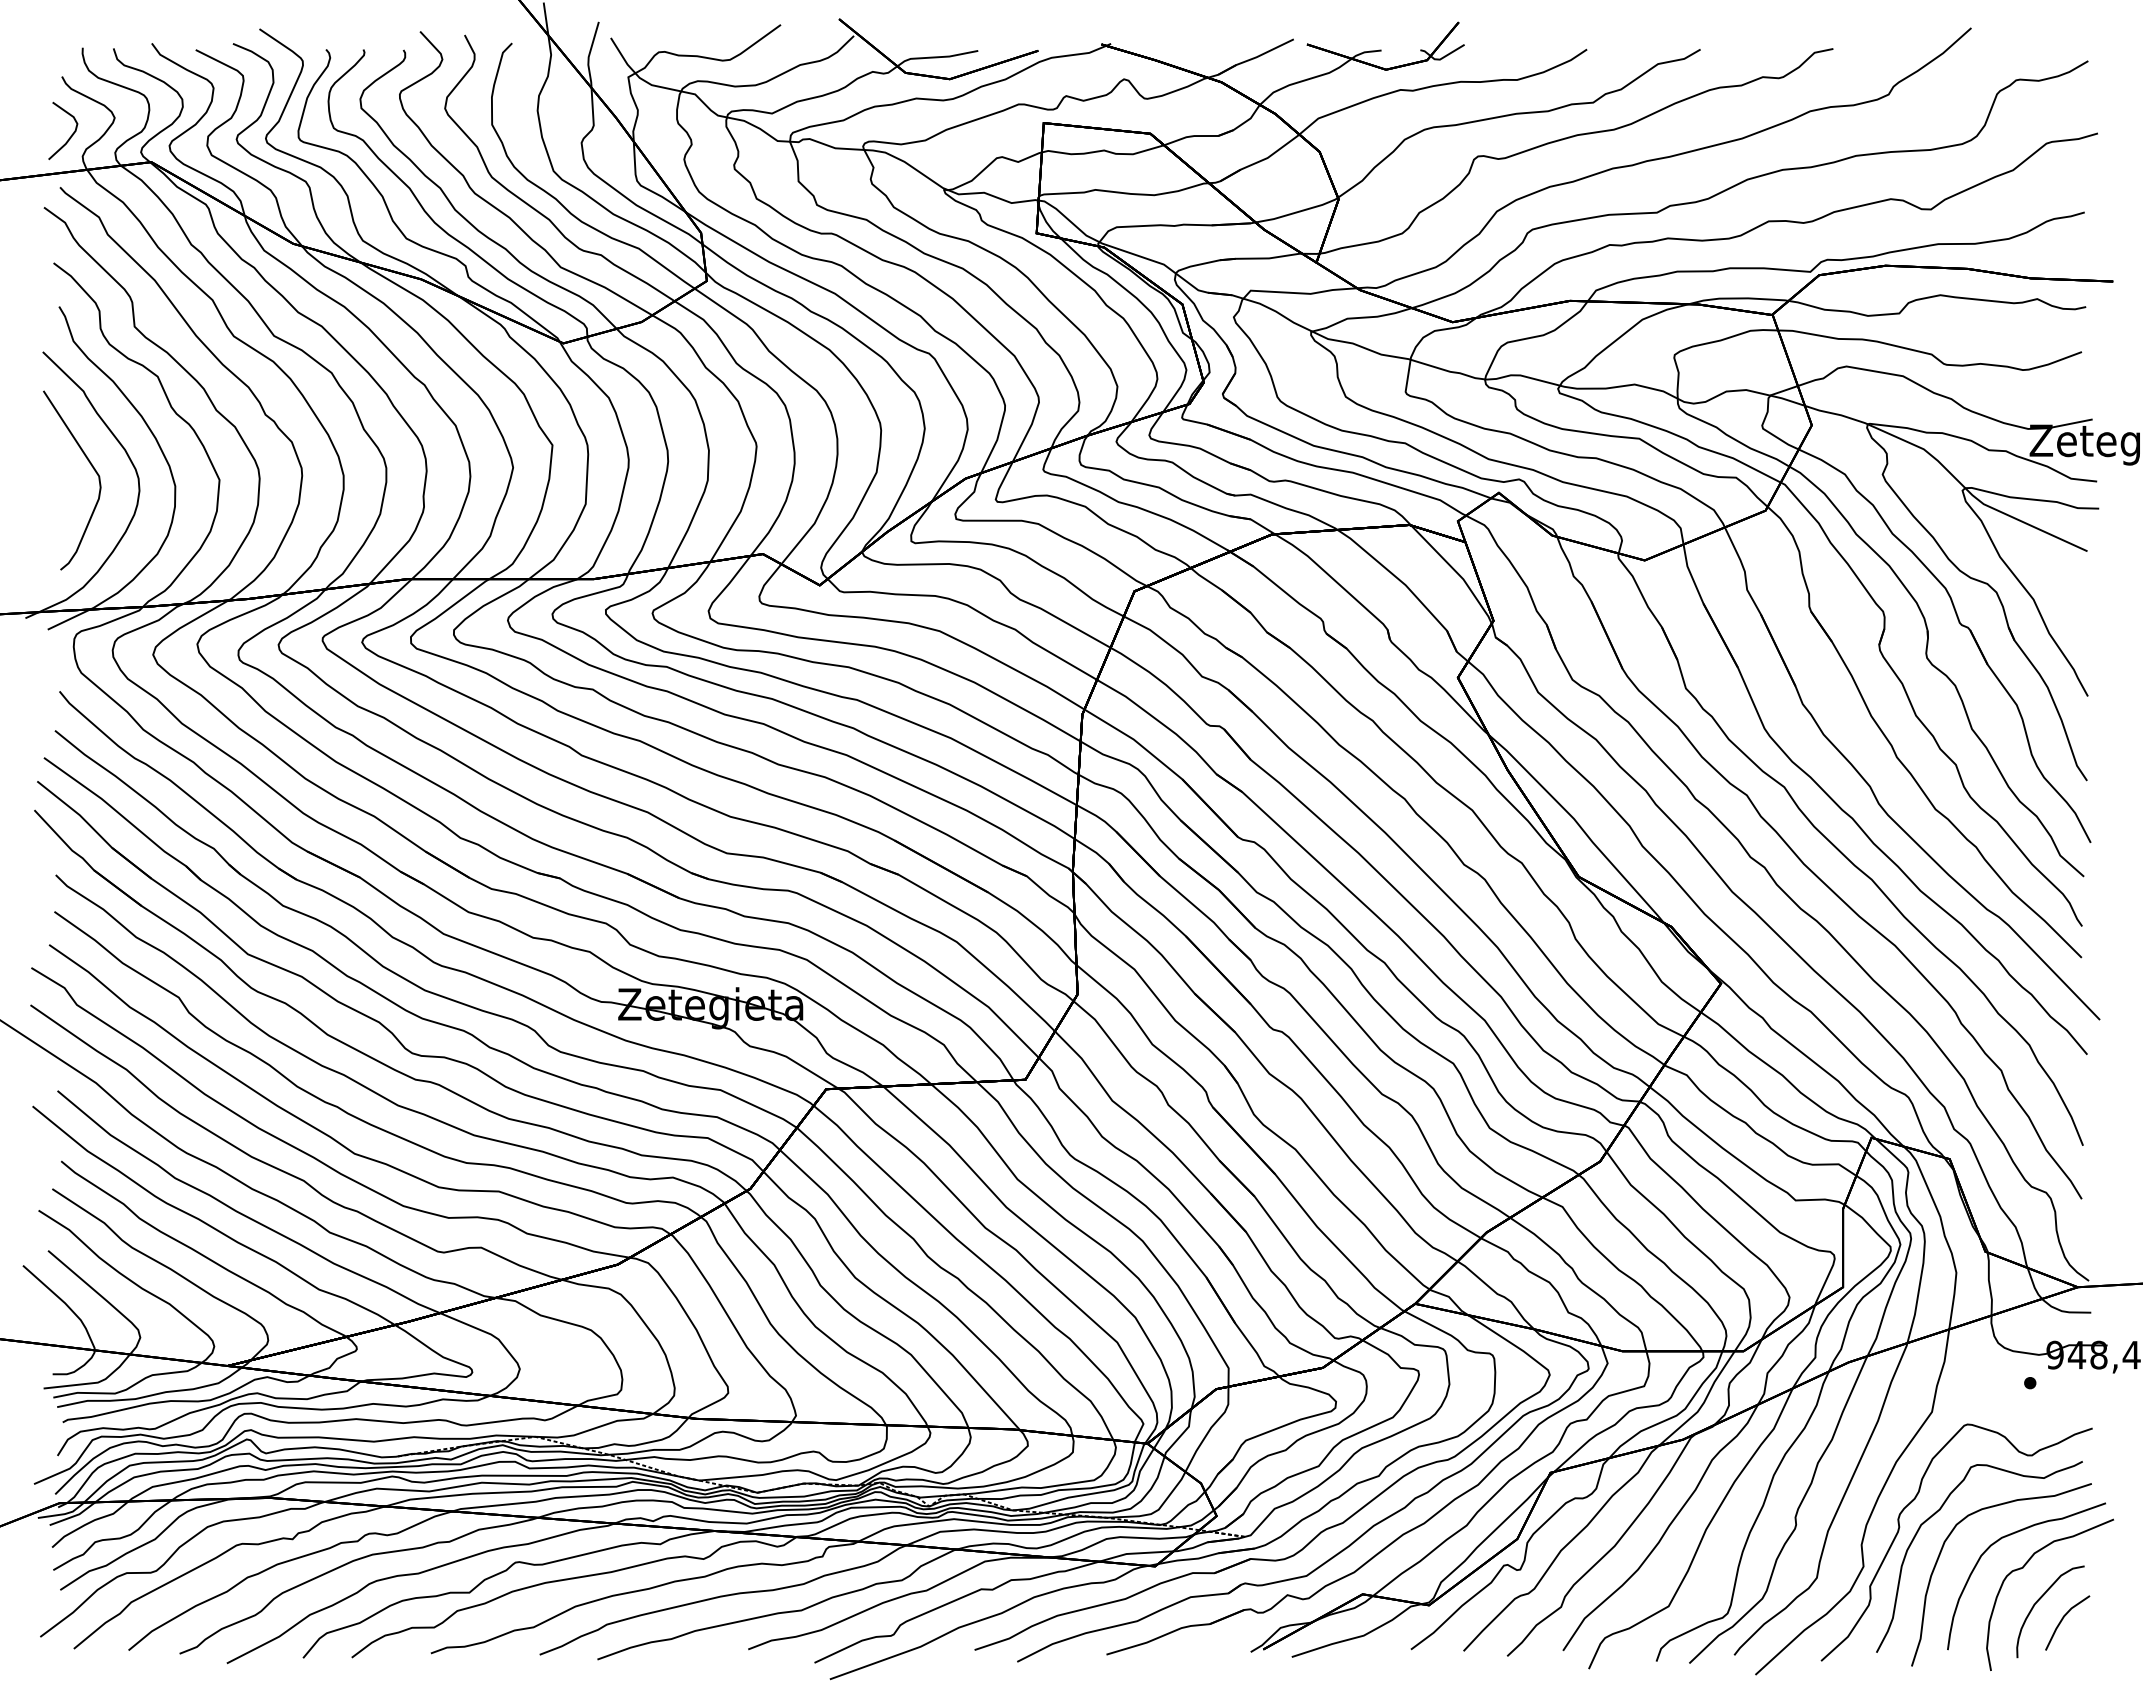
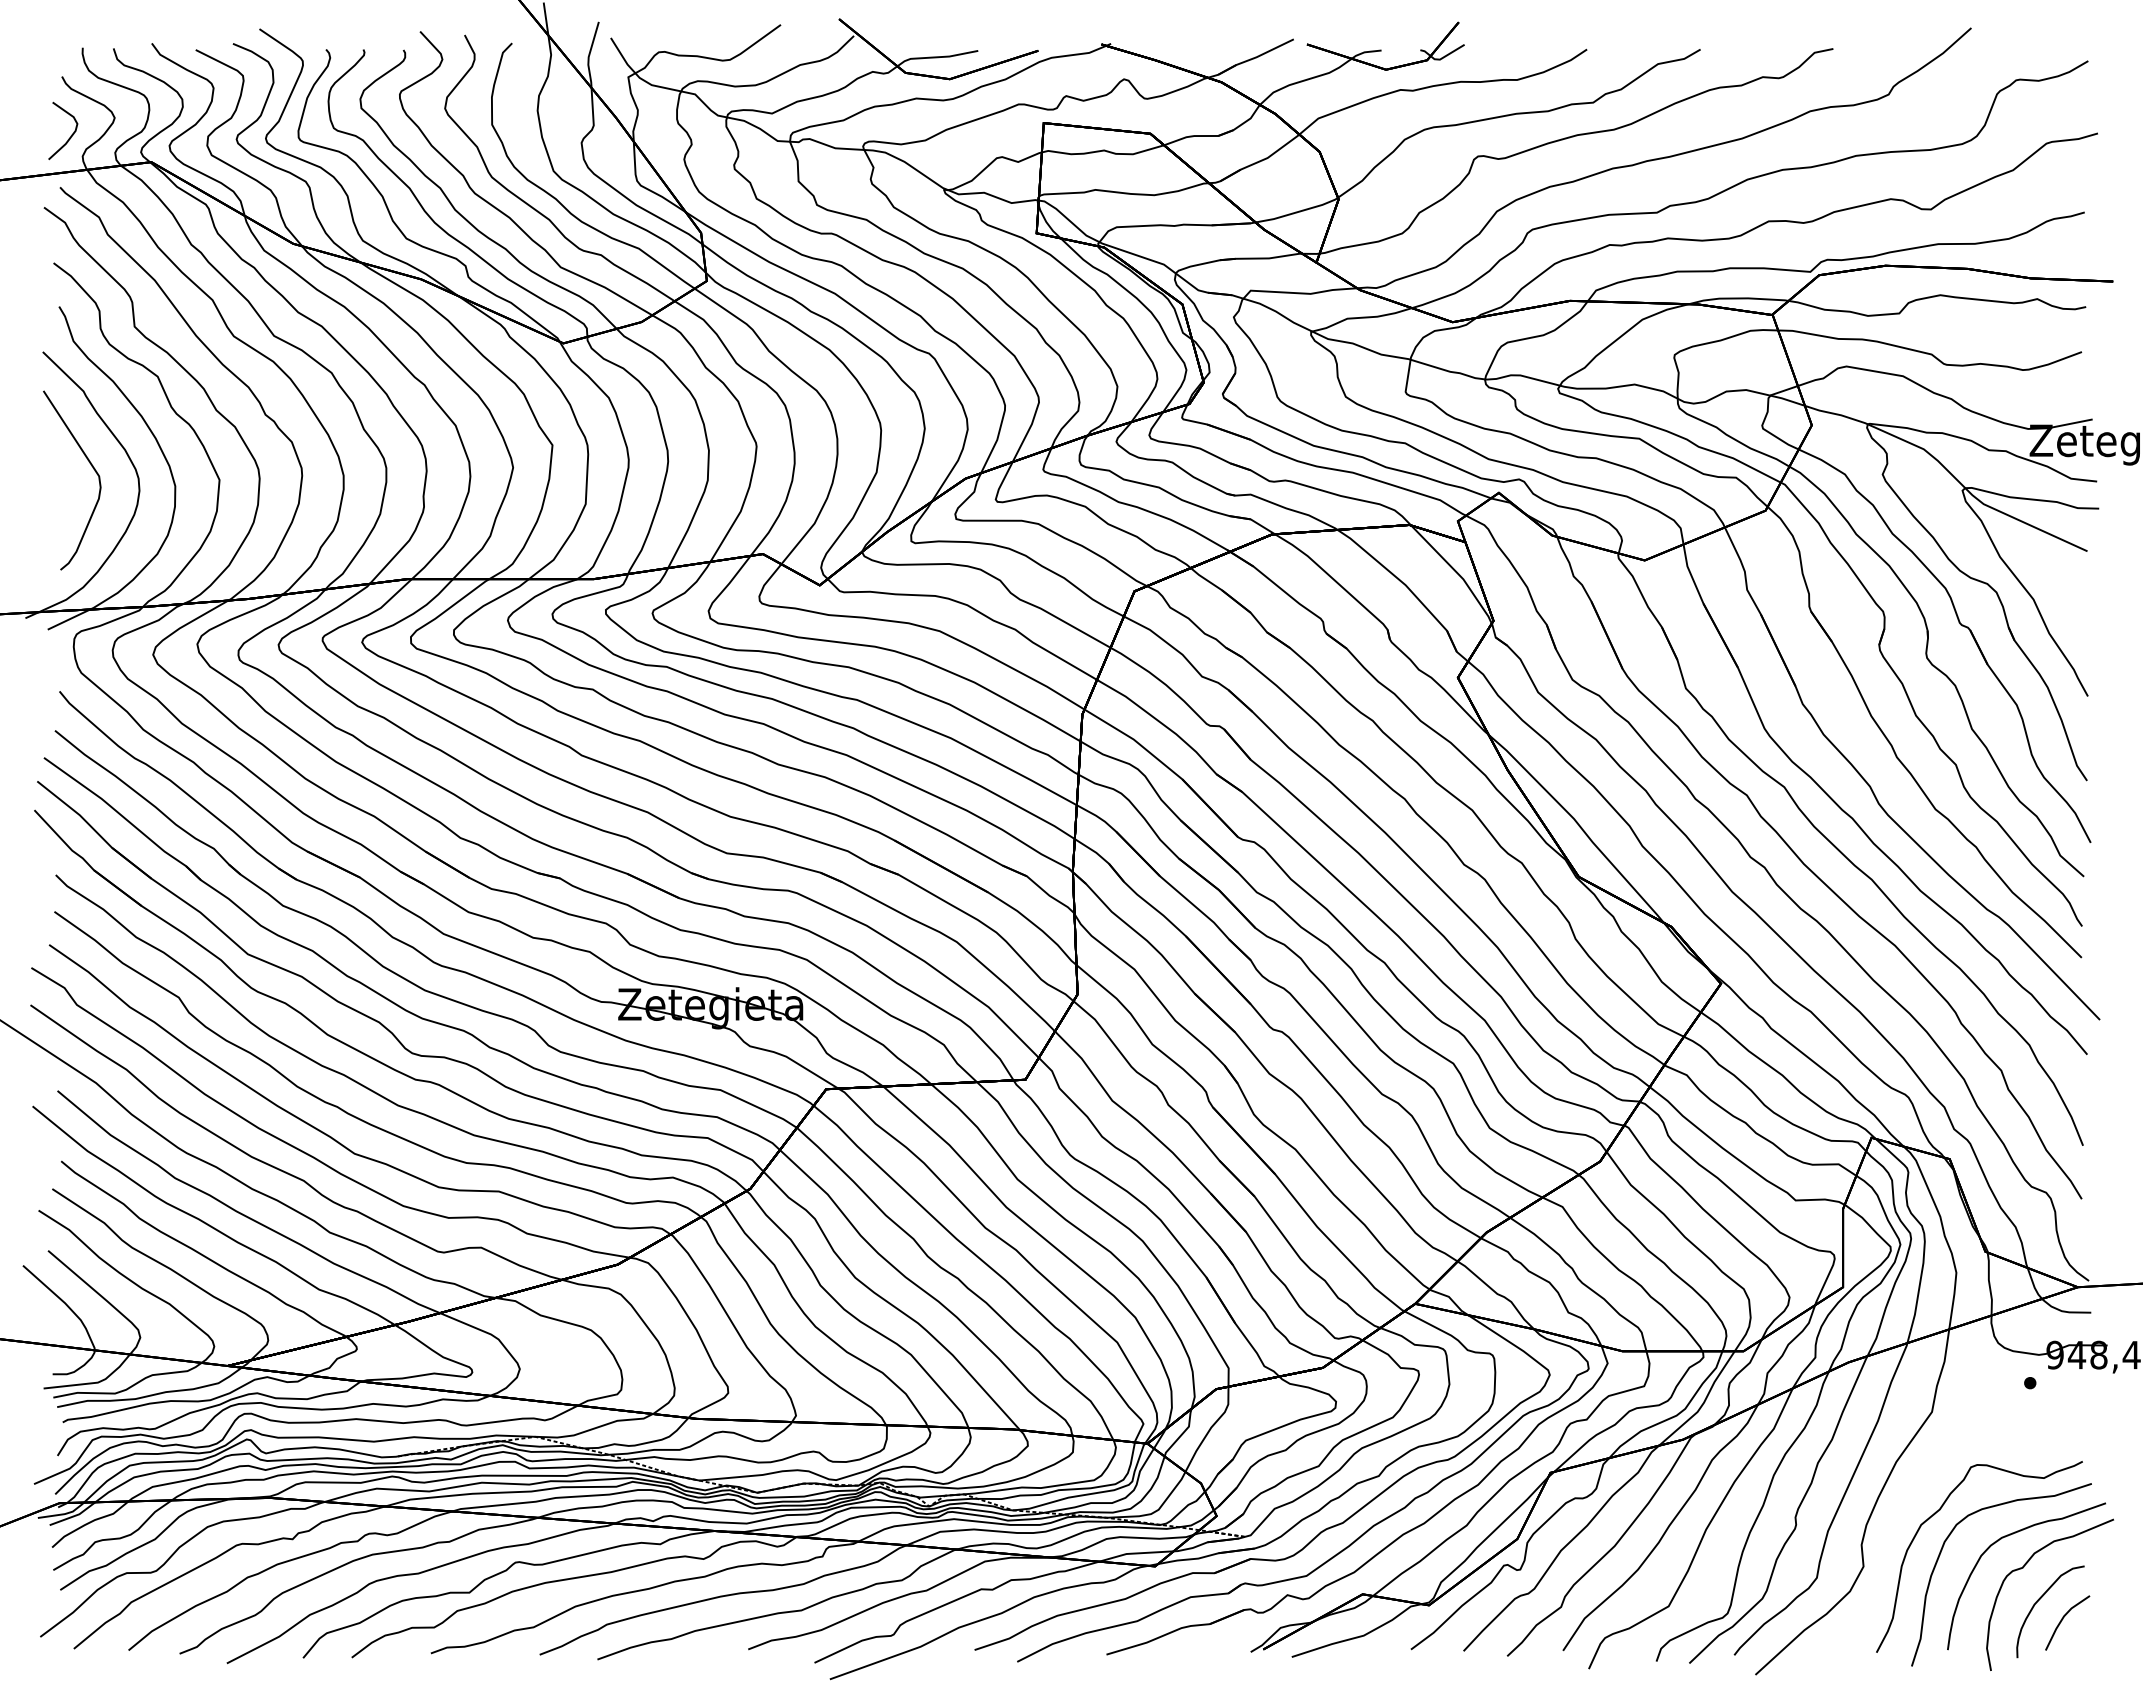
curve at (1900, 1527): present -> none
